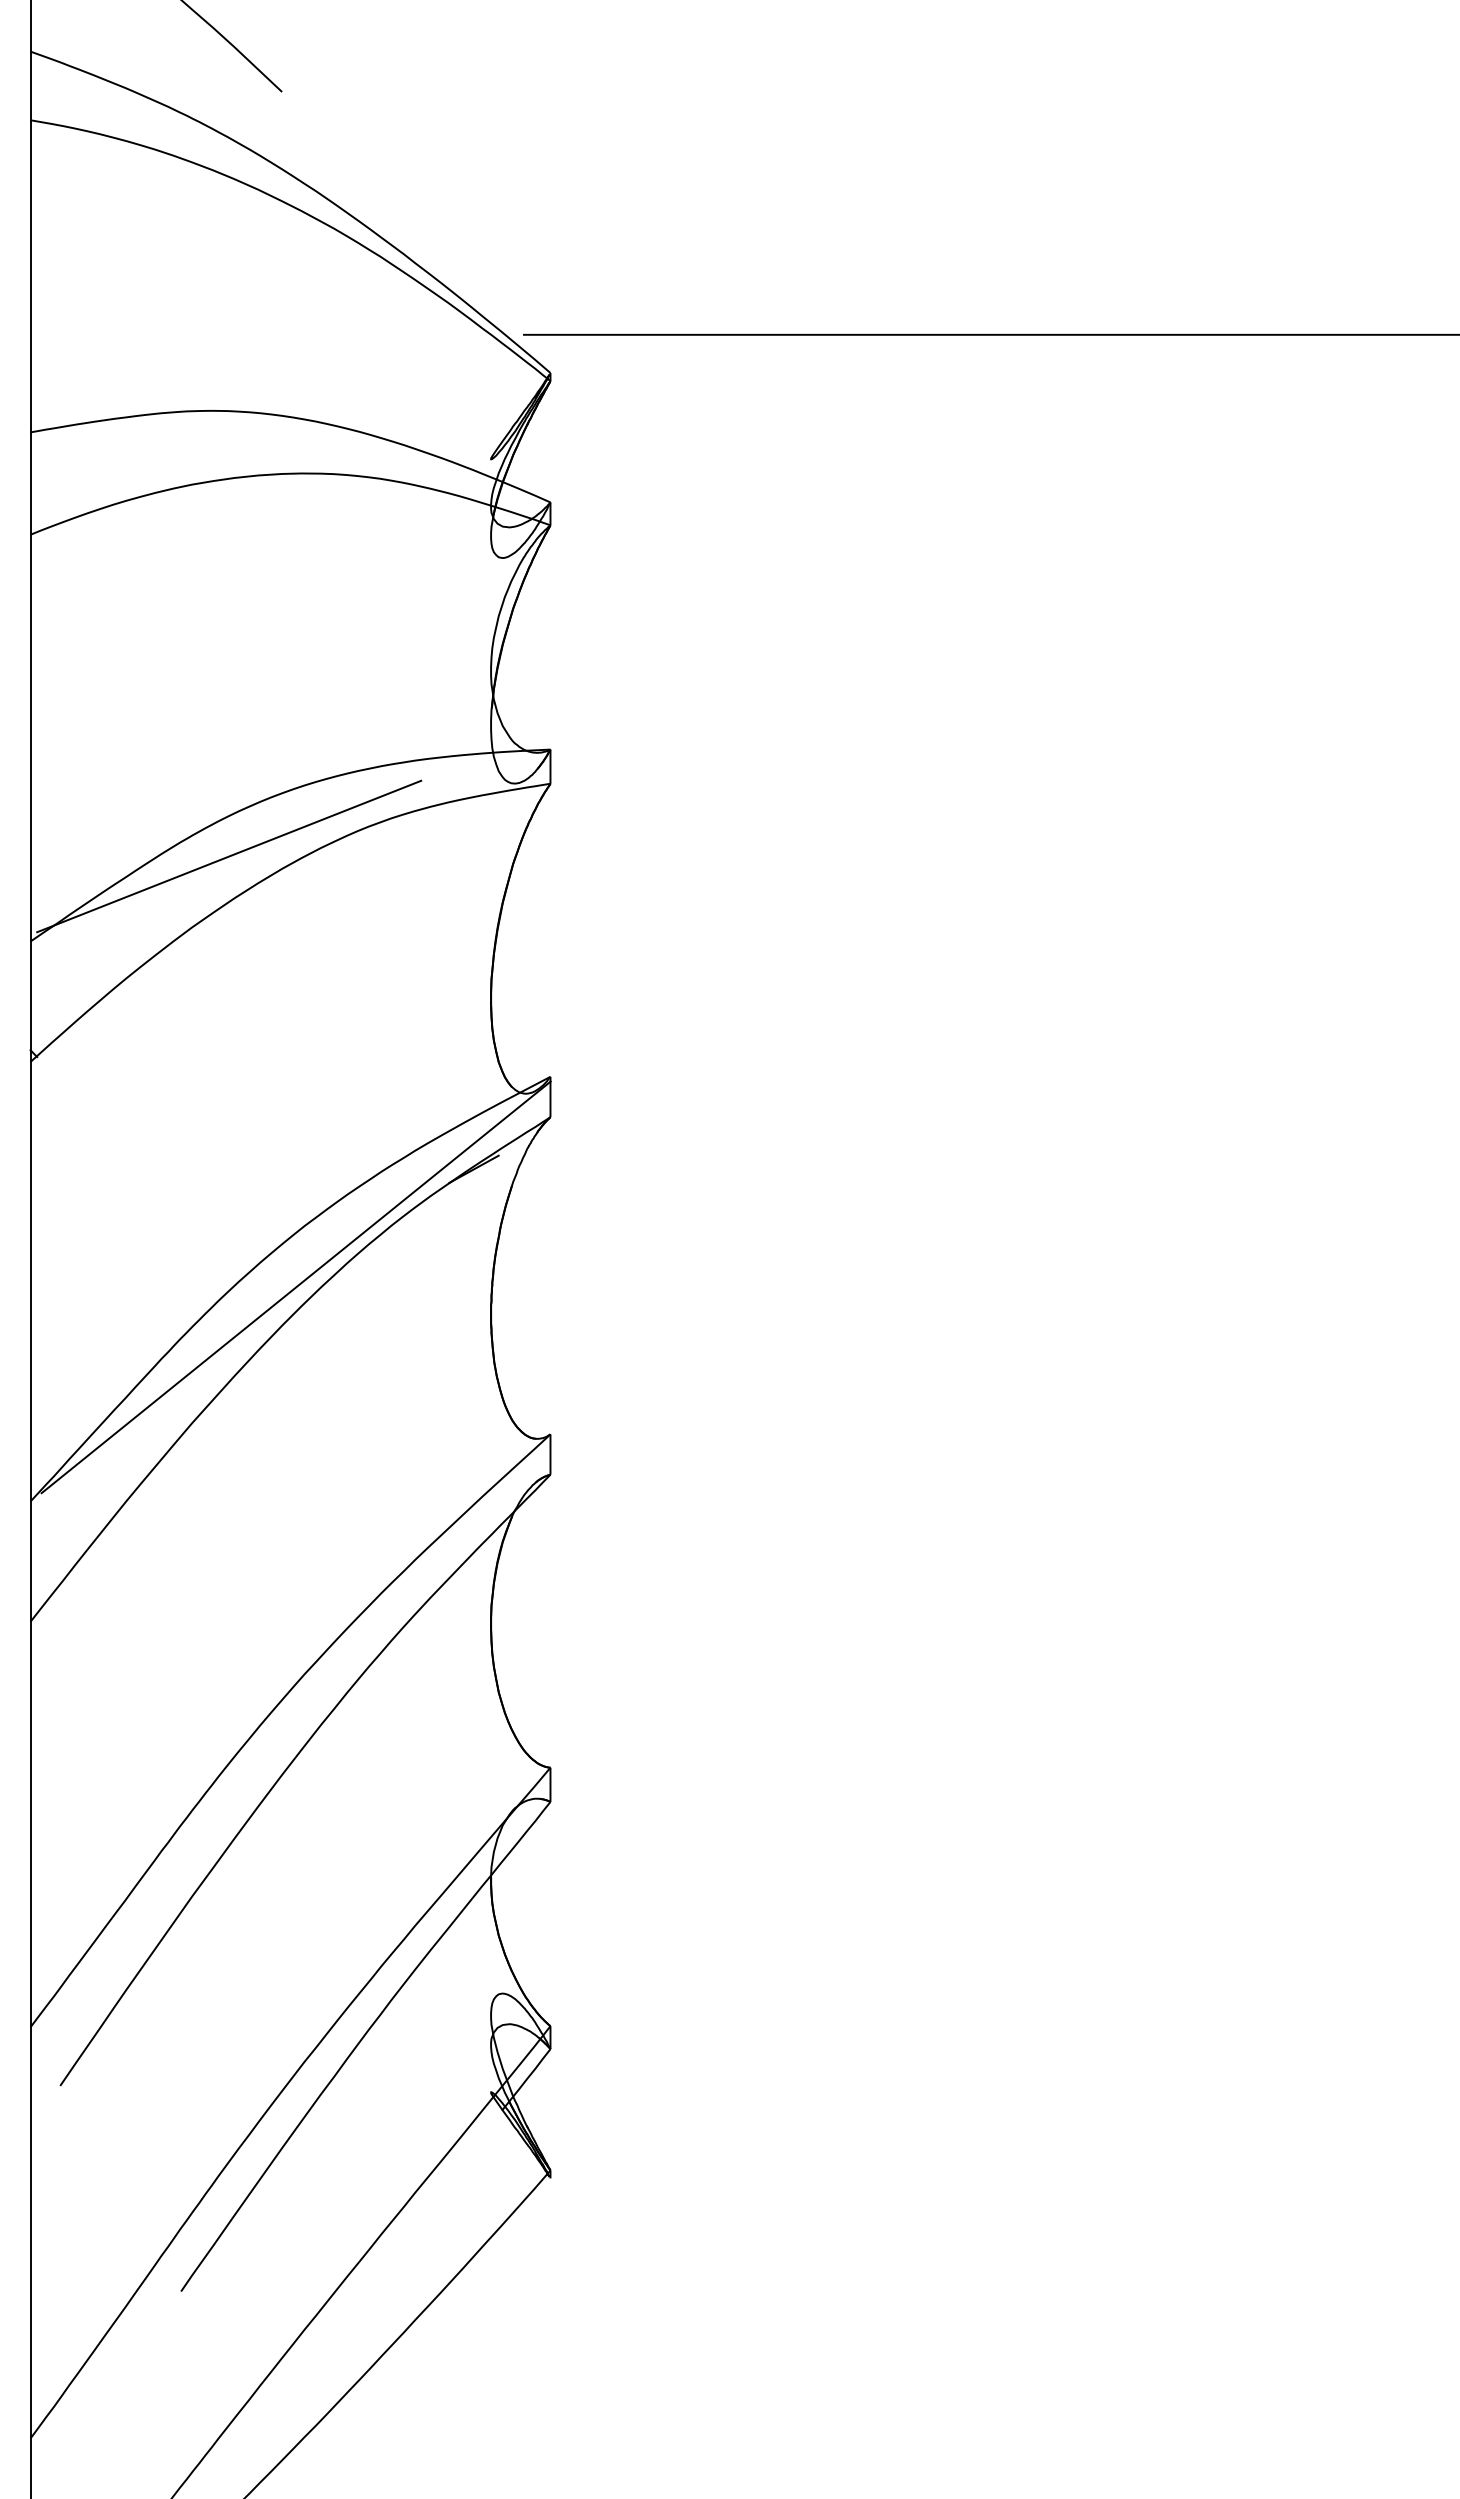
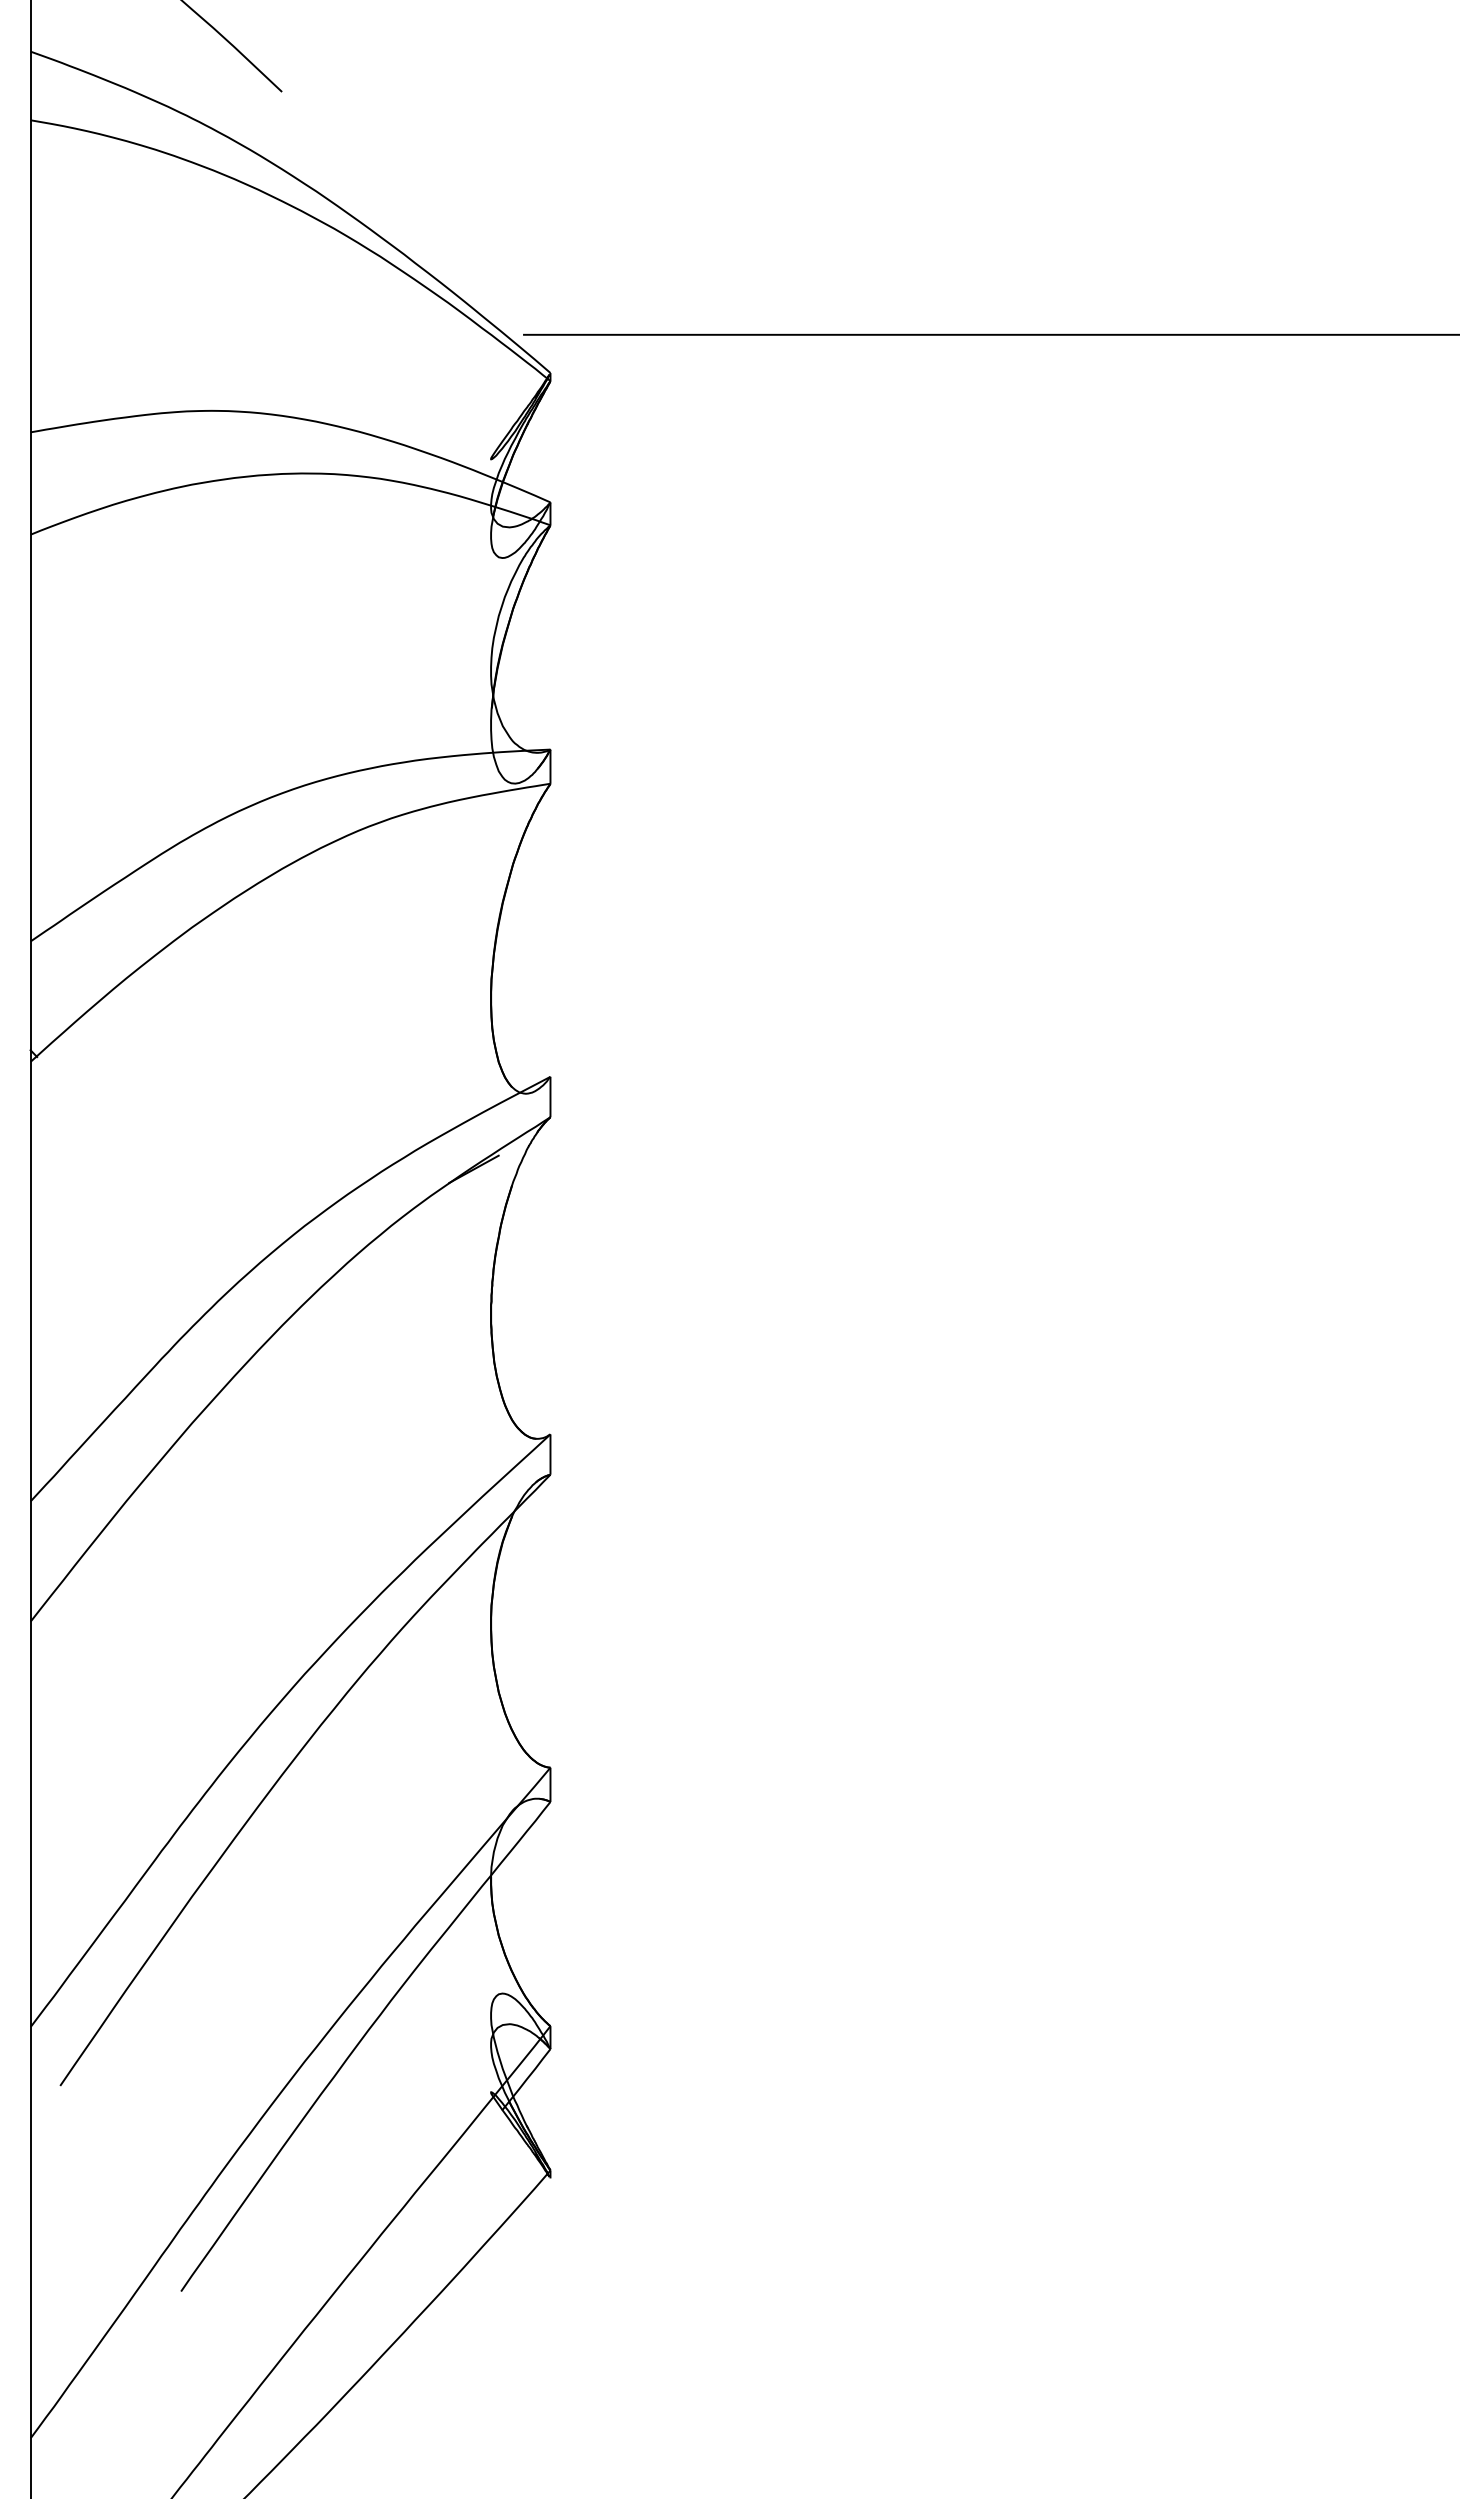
line at (229, 856): present -> none
line at (295, 1287): present -> none
